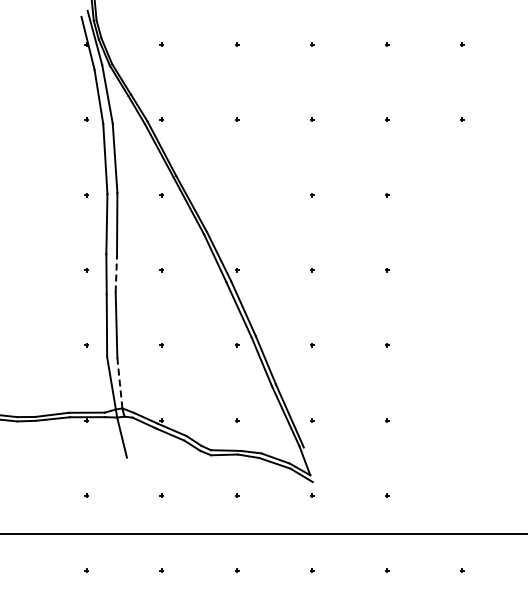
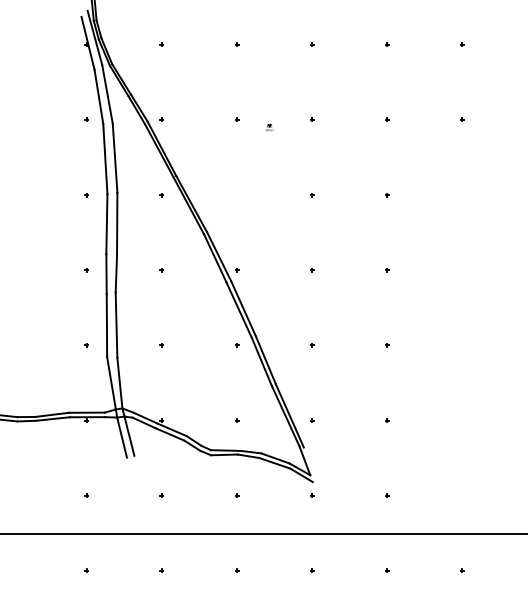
part at (269, 127): none -> present
line at (116, 273): dashed -> solid
line at (119, 382): dashed -> solid
line at (129, 435): none -> present
